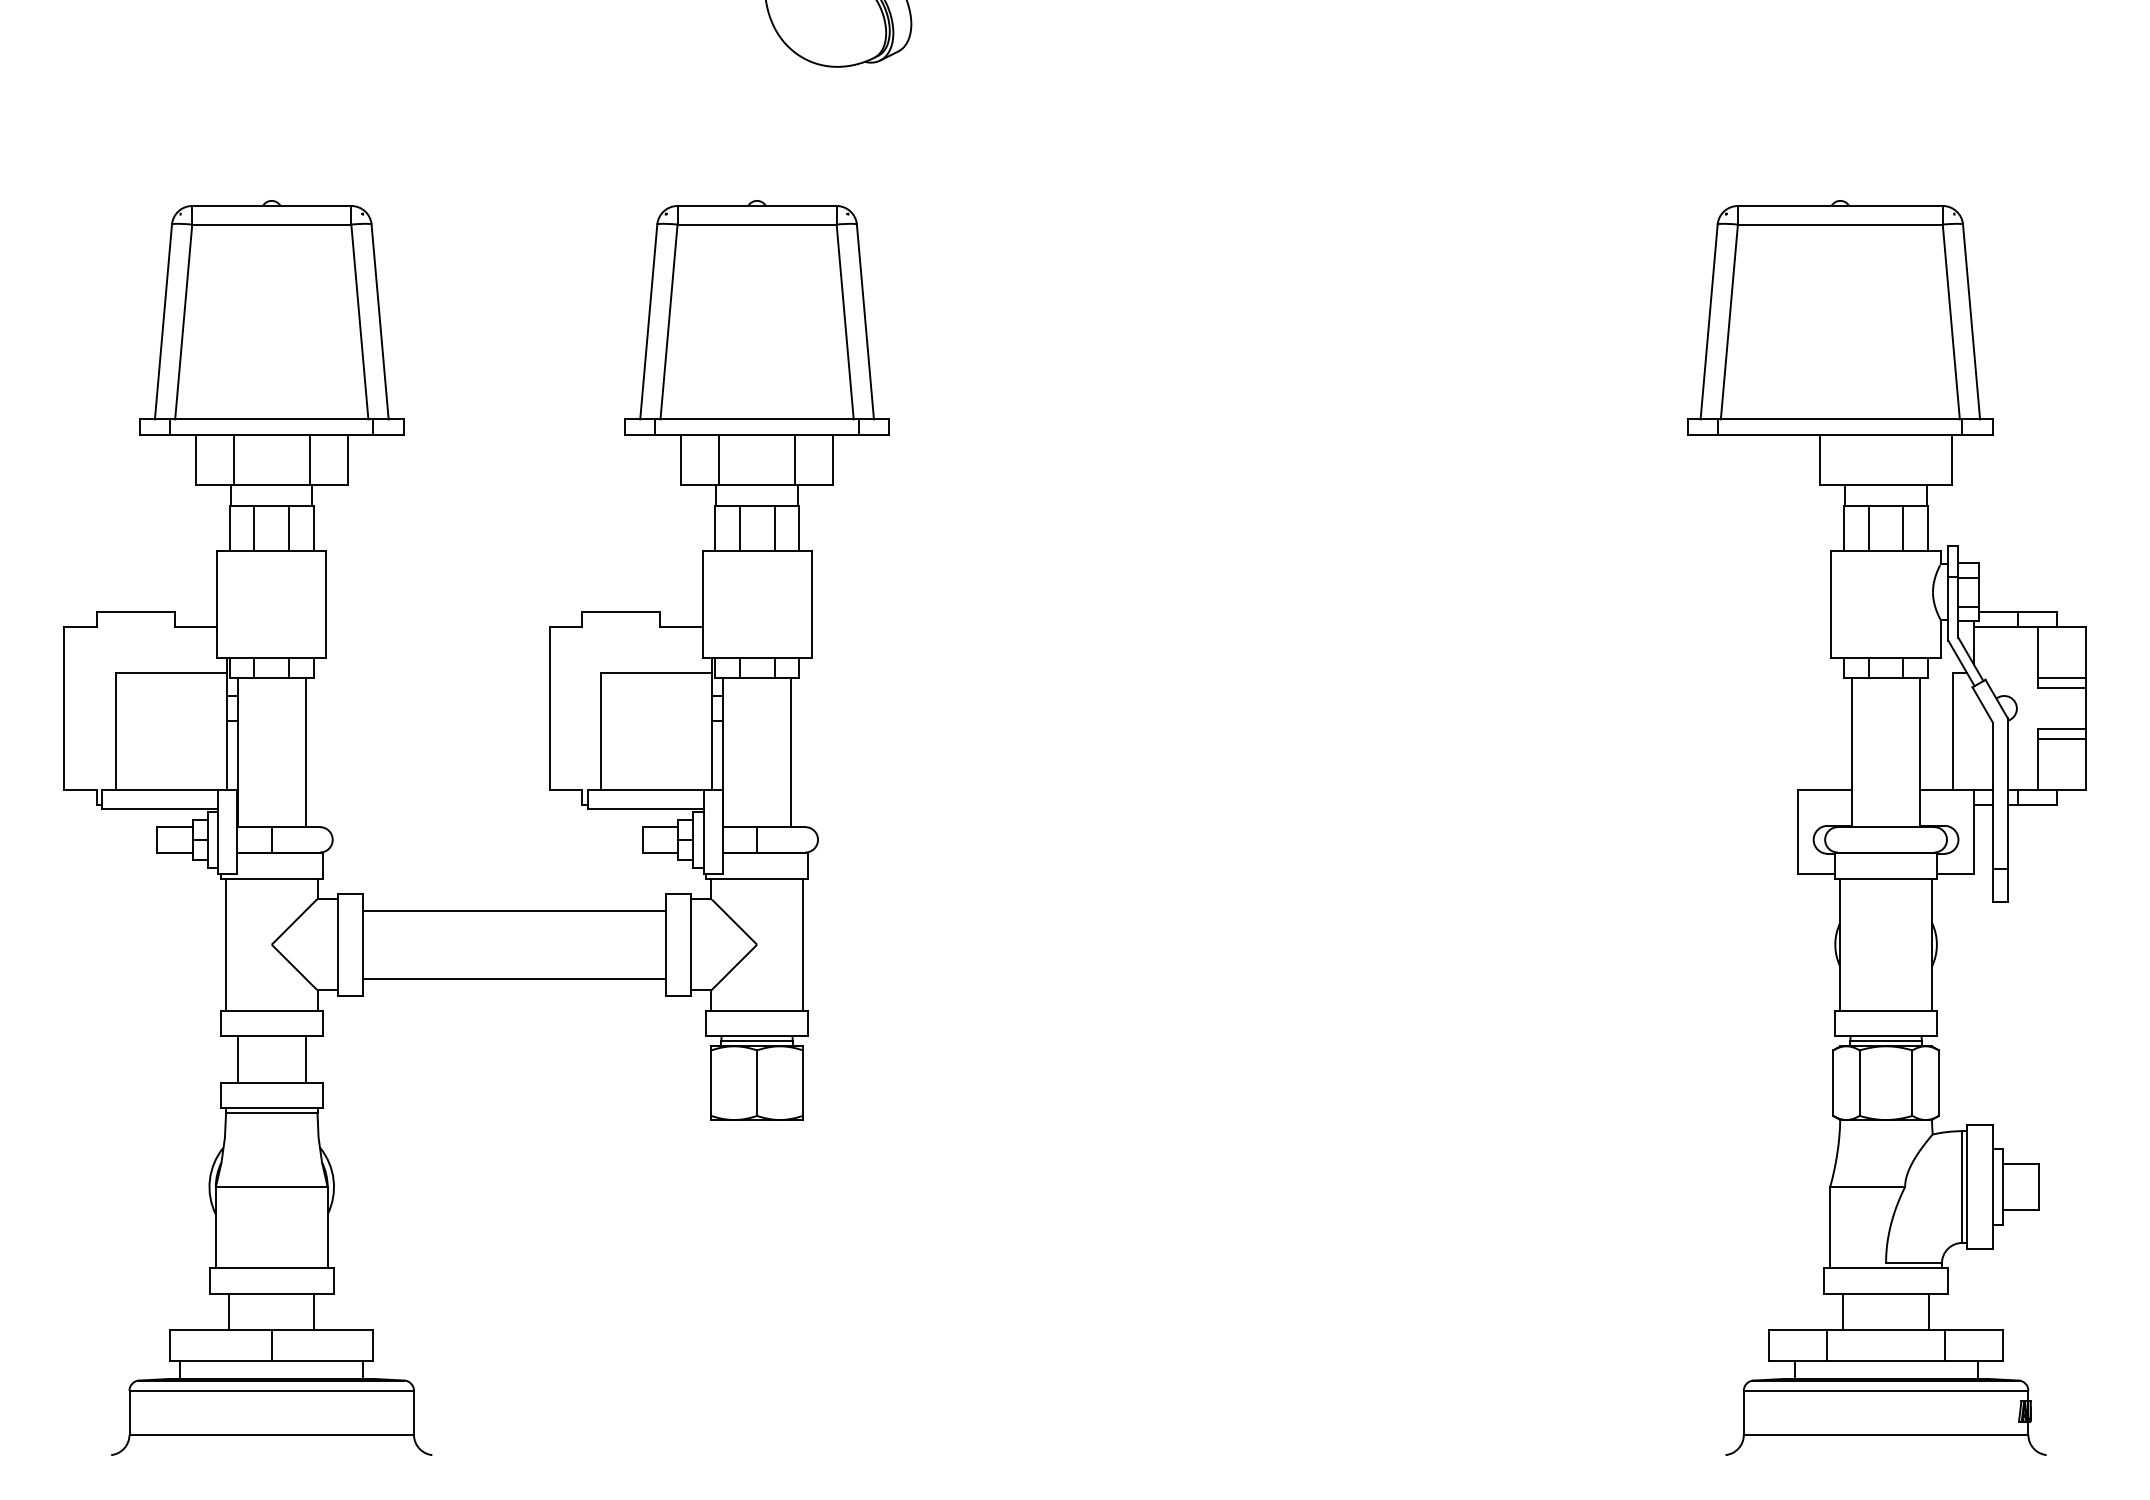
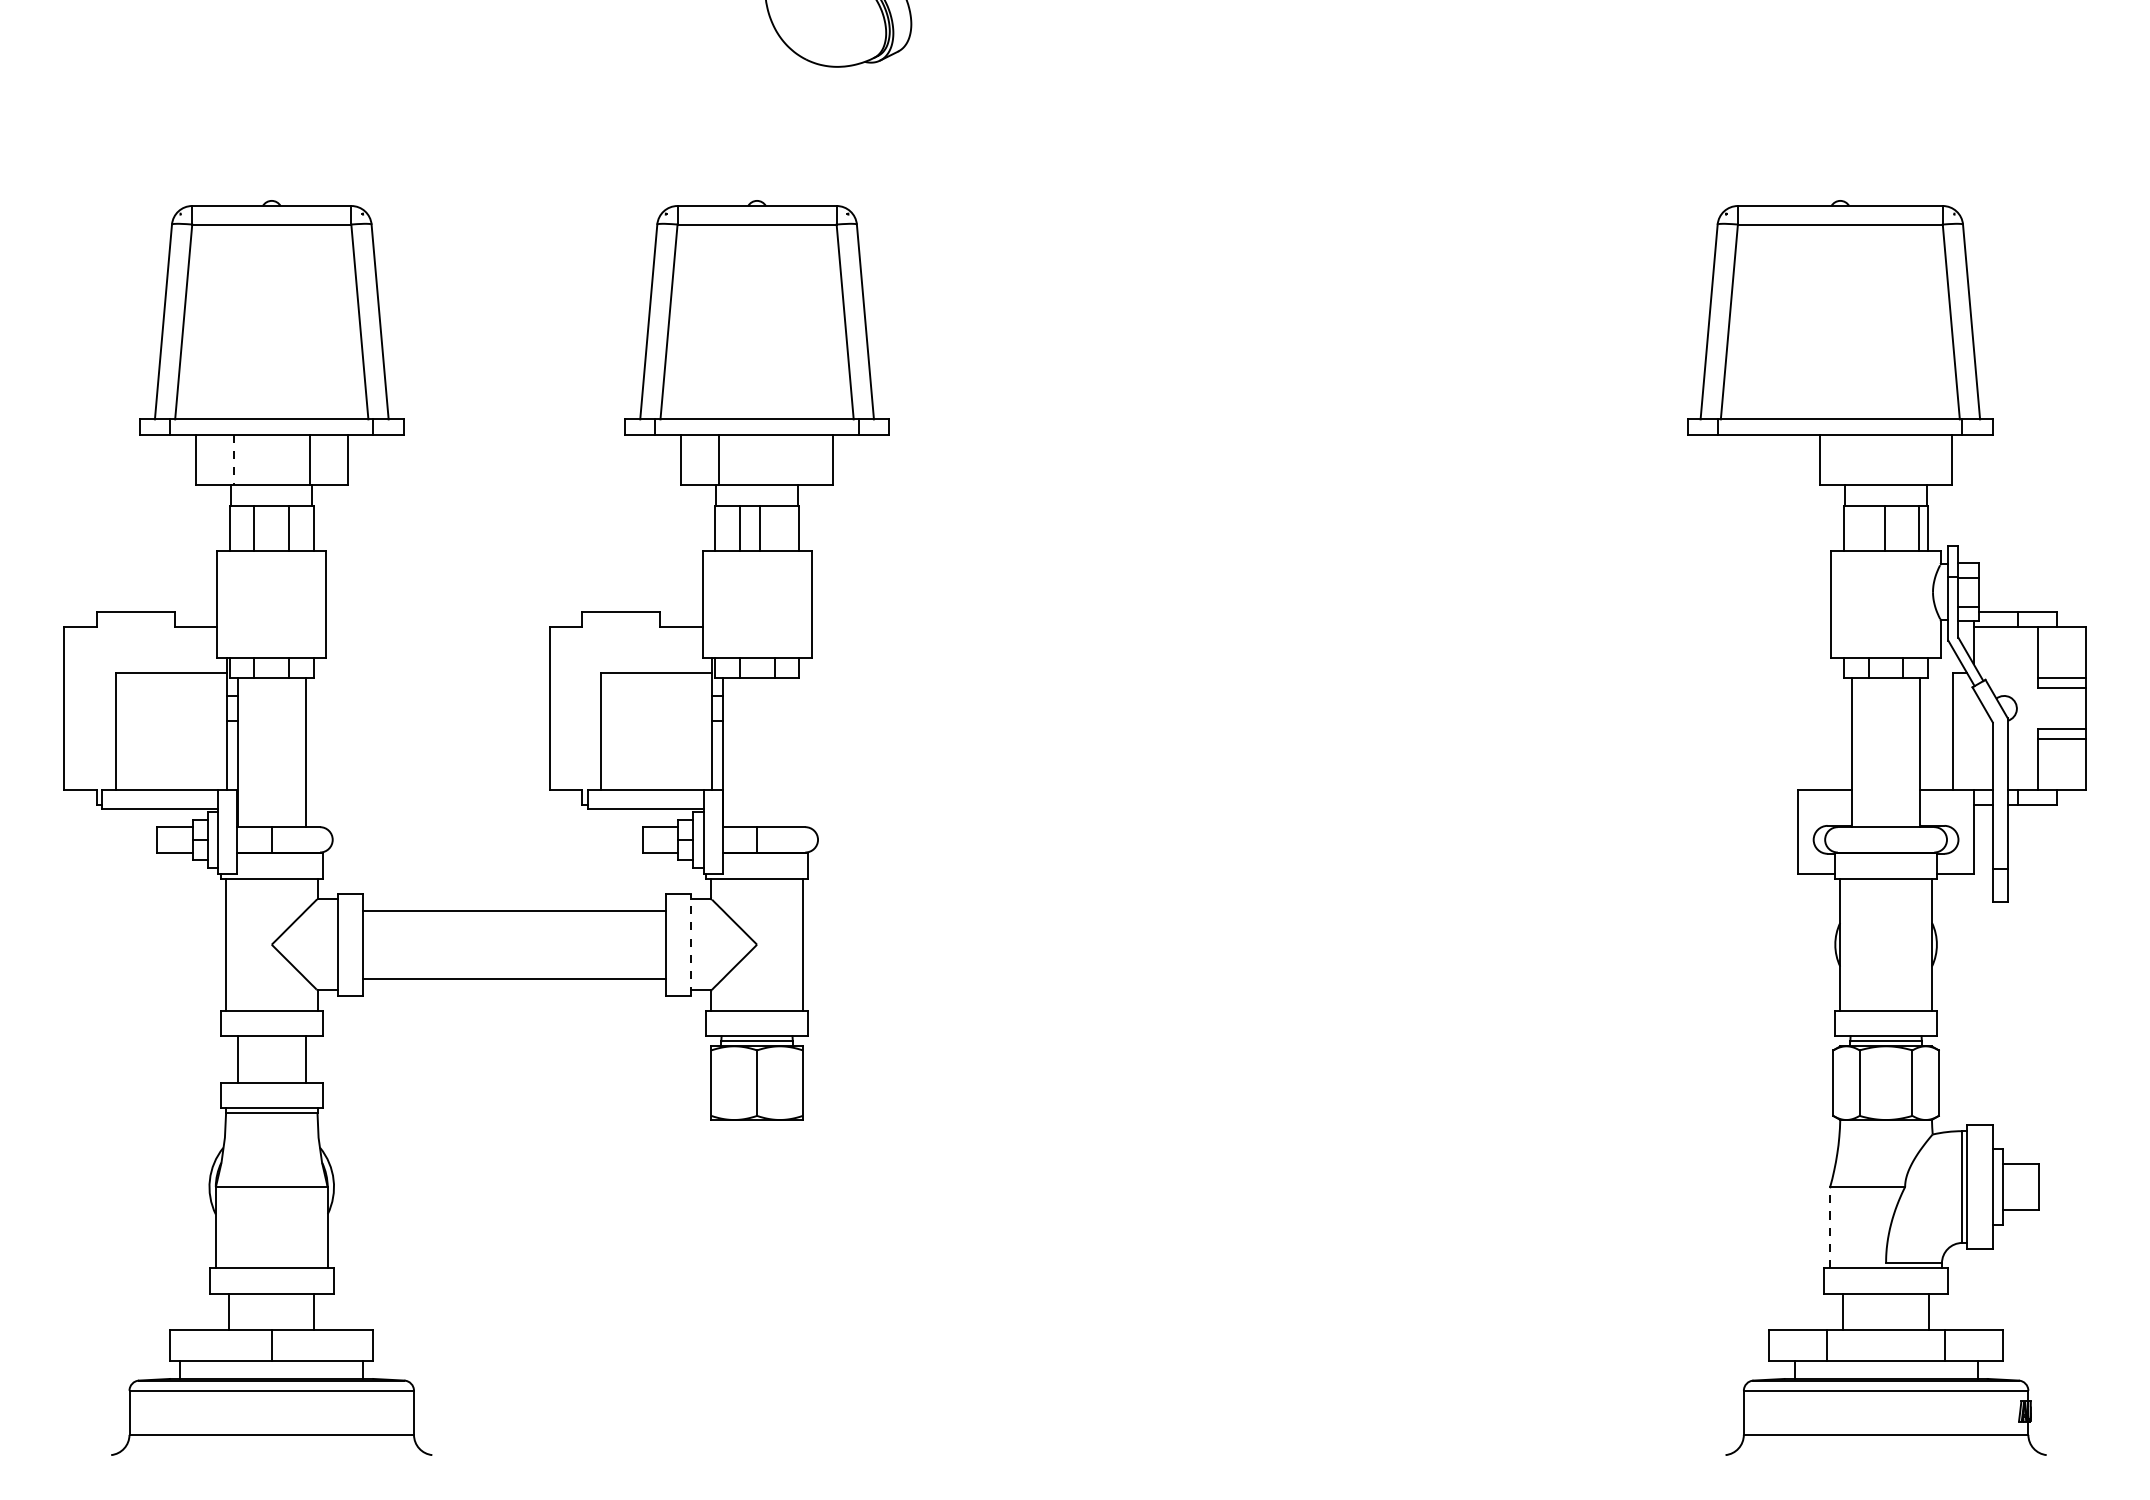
line at (795, 459): present -> none
line at (233, 460): solid -> dashed
line at (774, 528) position: (774, 528) -> (759, 528)
line at (1868, 528) position: (1868, 528) -> (1884, 528)
line at (1903, 528) position: (1903, 528) -> (1919, 528)
line at (791, 752): present -> none
line at (691, 944): solid -> dashed
line at (1830, 1227): solid -> dashed
